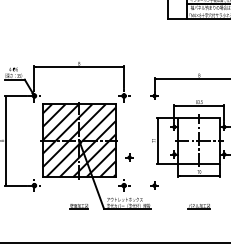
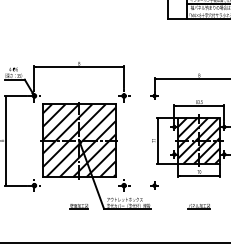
hatch at (199, 140): none -> present
part at (129, 157): present -> none
